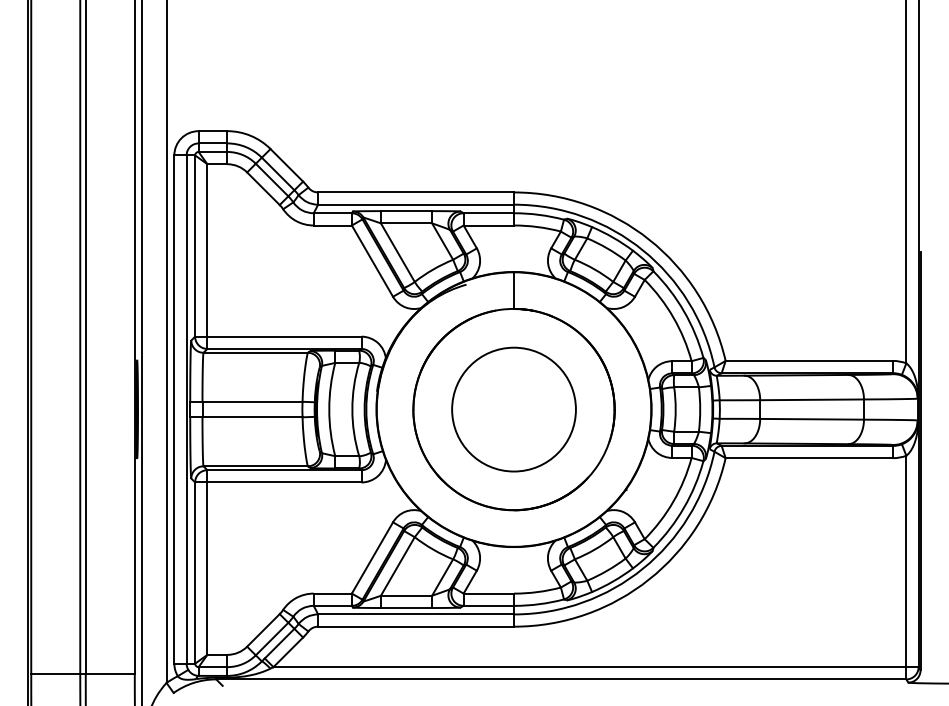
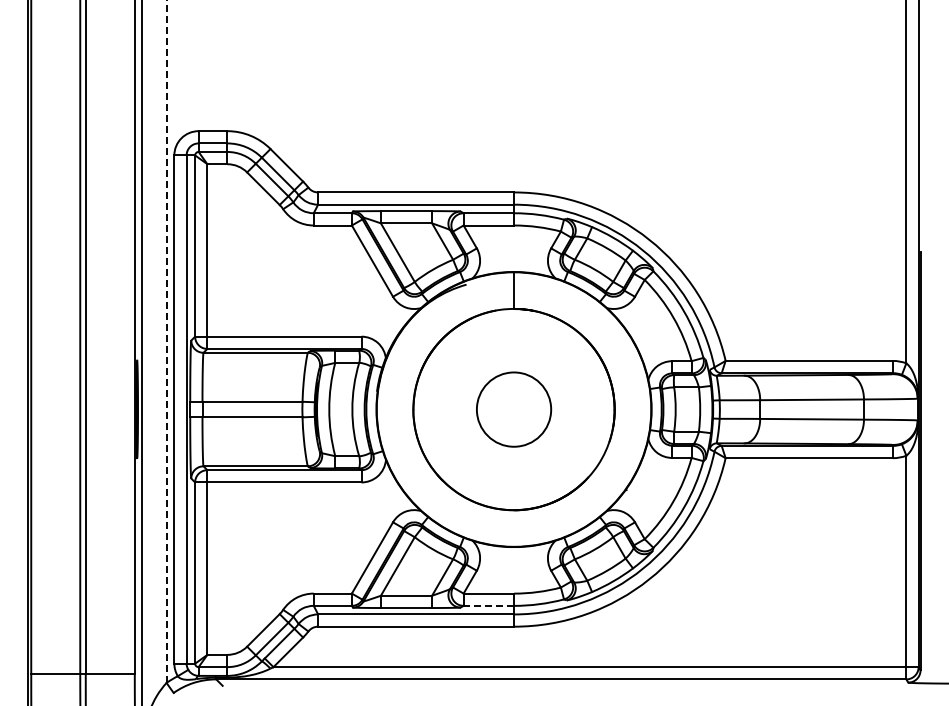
line at (166, 341): solid -> dashed
circle at (513, 409) diameter: 124 px -> 74 px
line at (488, 605): solid -> dashed
